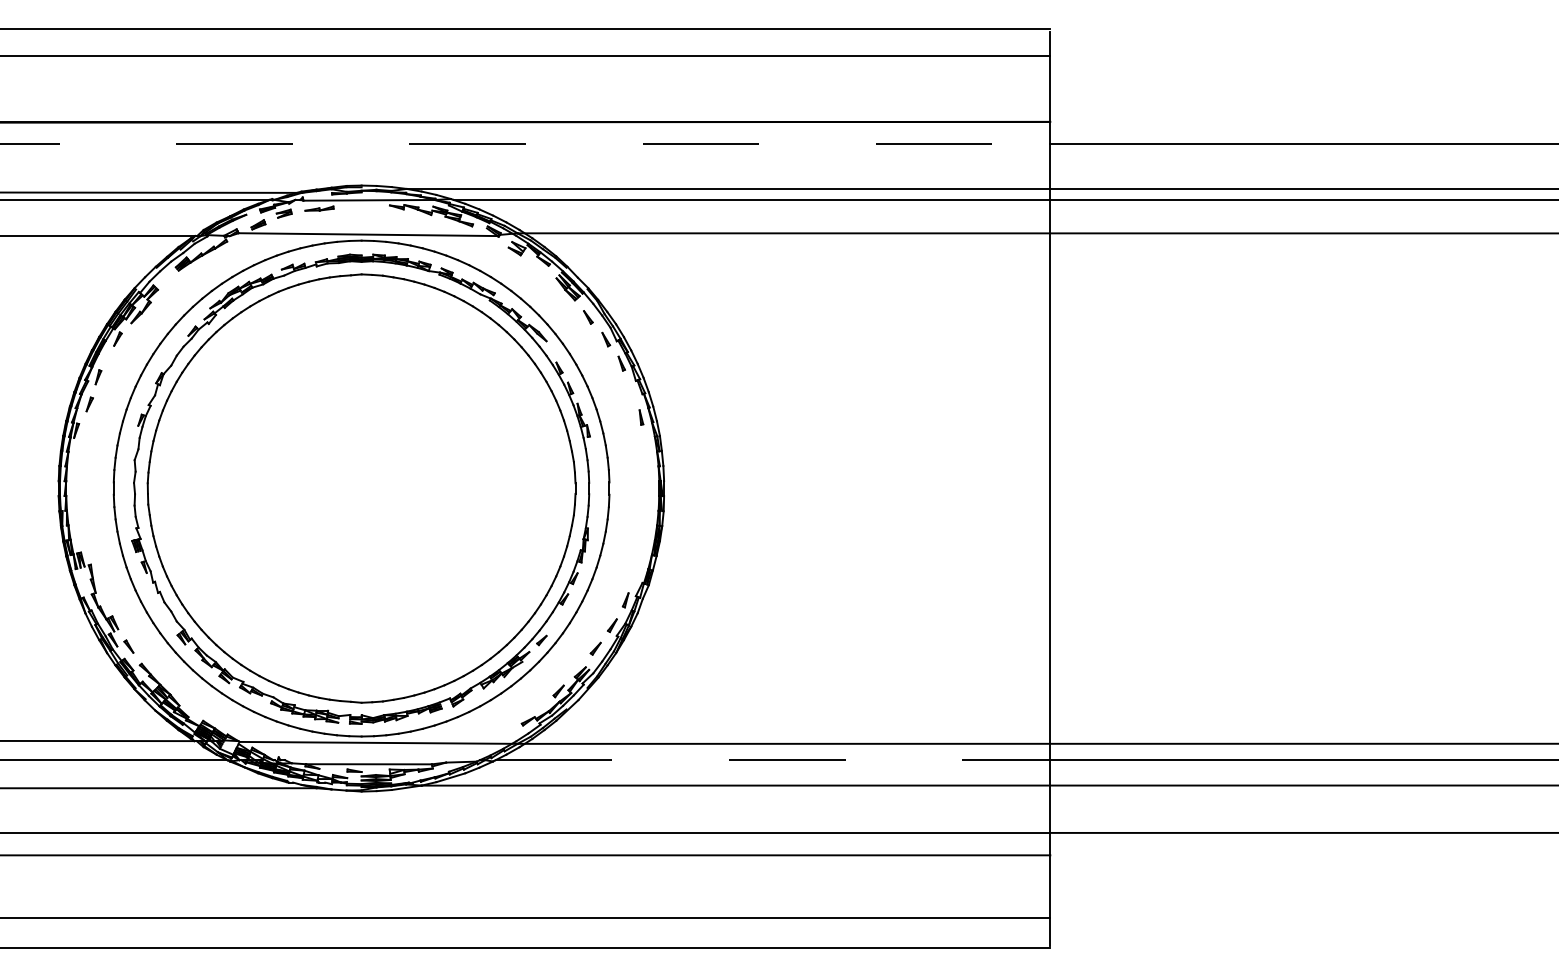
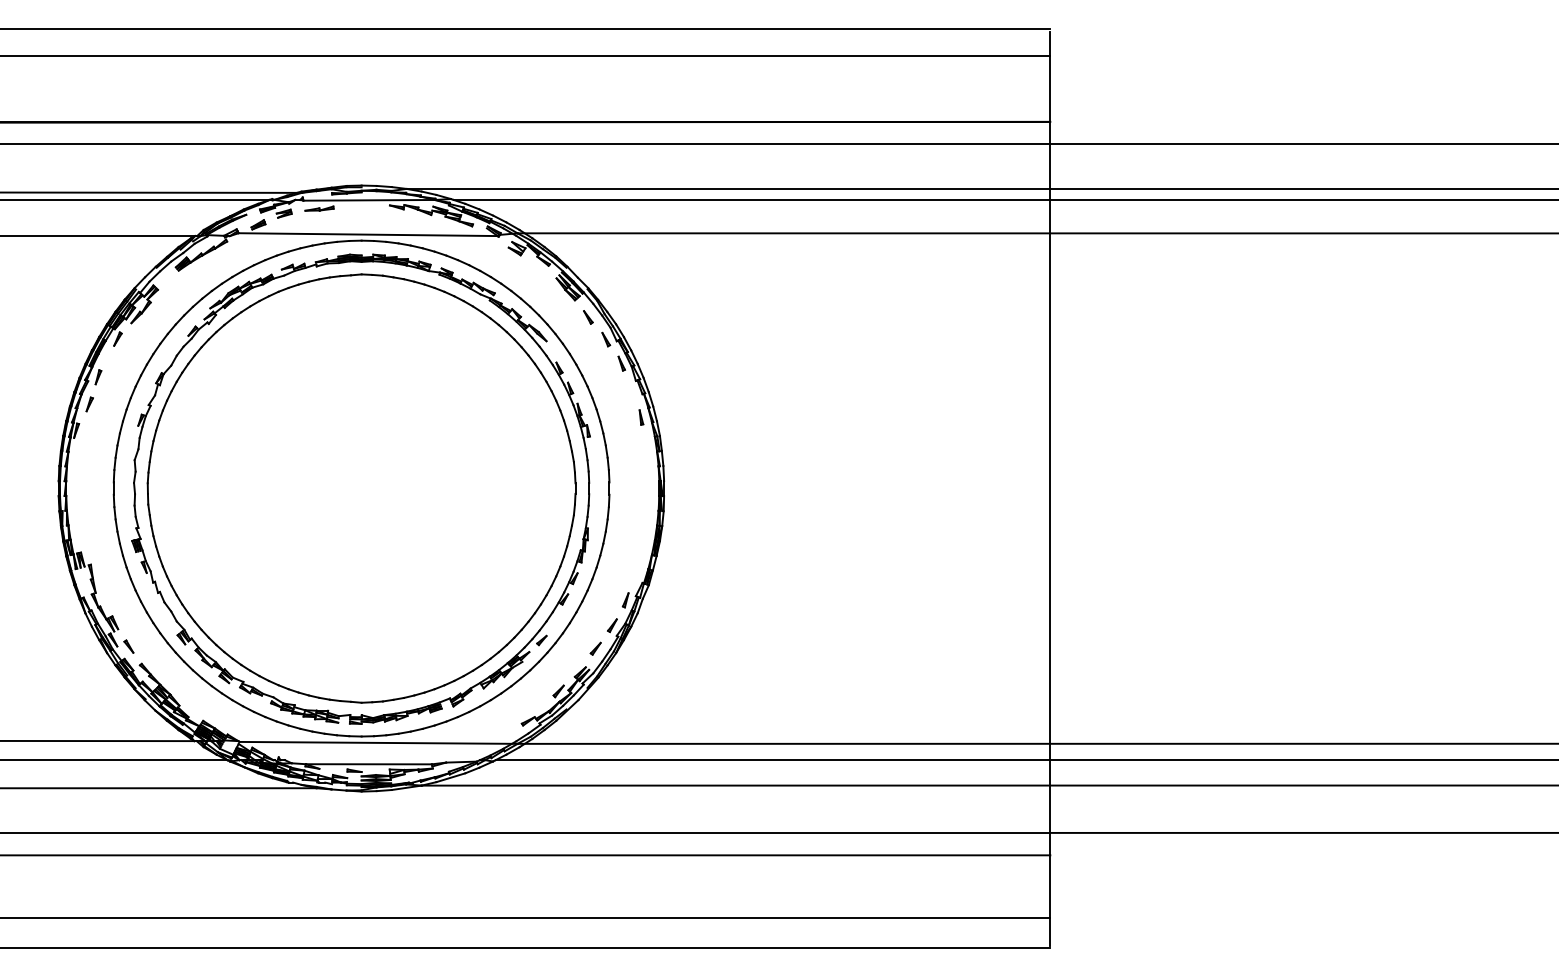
line at (525, 144): dashed -> solid
line at (773, 760): dashed -> solid
